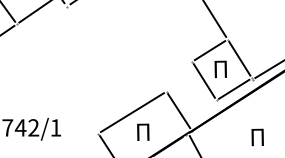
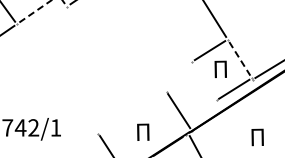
line at (35, 11): solid -> dashed
line at (239, 58): solid -> dashed
line at (203, 80): present -> none
line at (131, 112): present -> none
